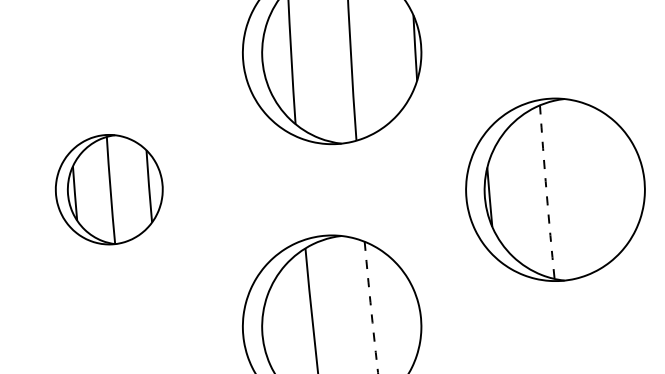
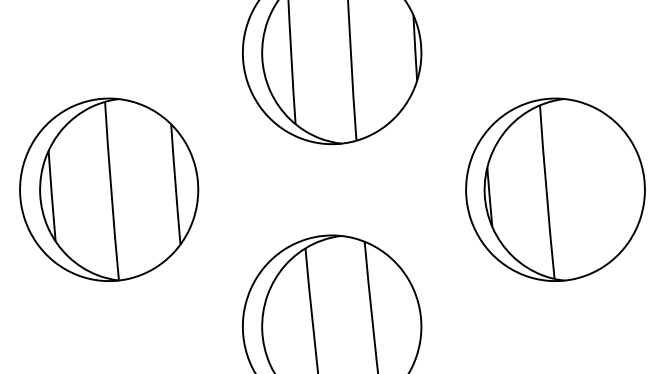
part at (109, 189) size: 109x112 px -> 181x185 px
arc at (546, 192): dashed -> solid
arc at (371, 308): dashed -> solid
